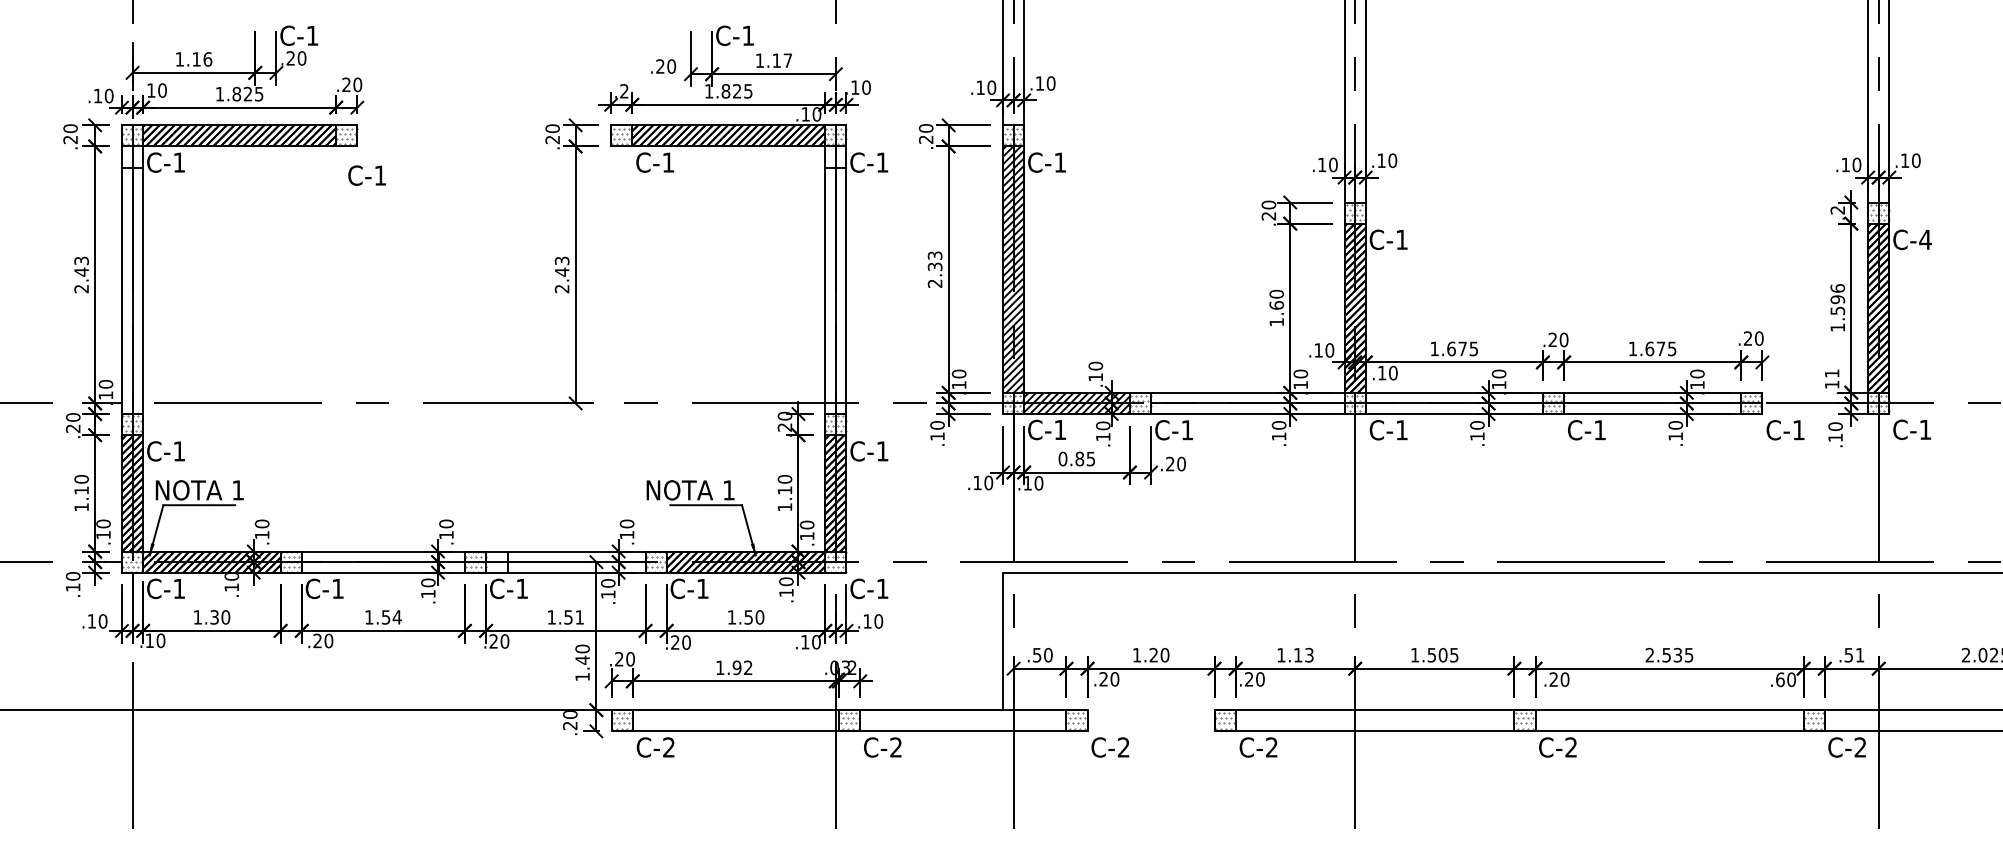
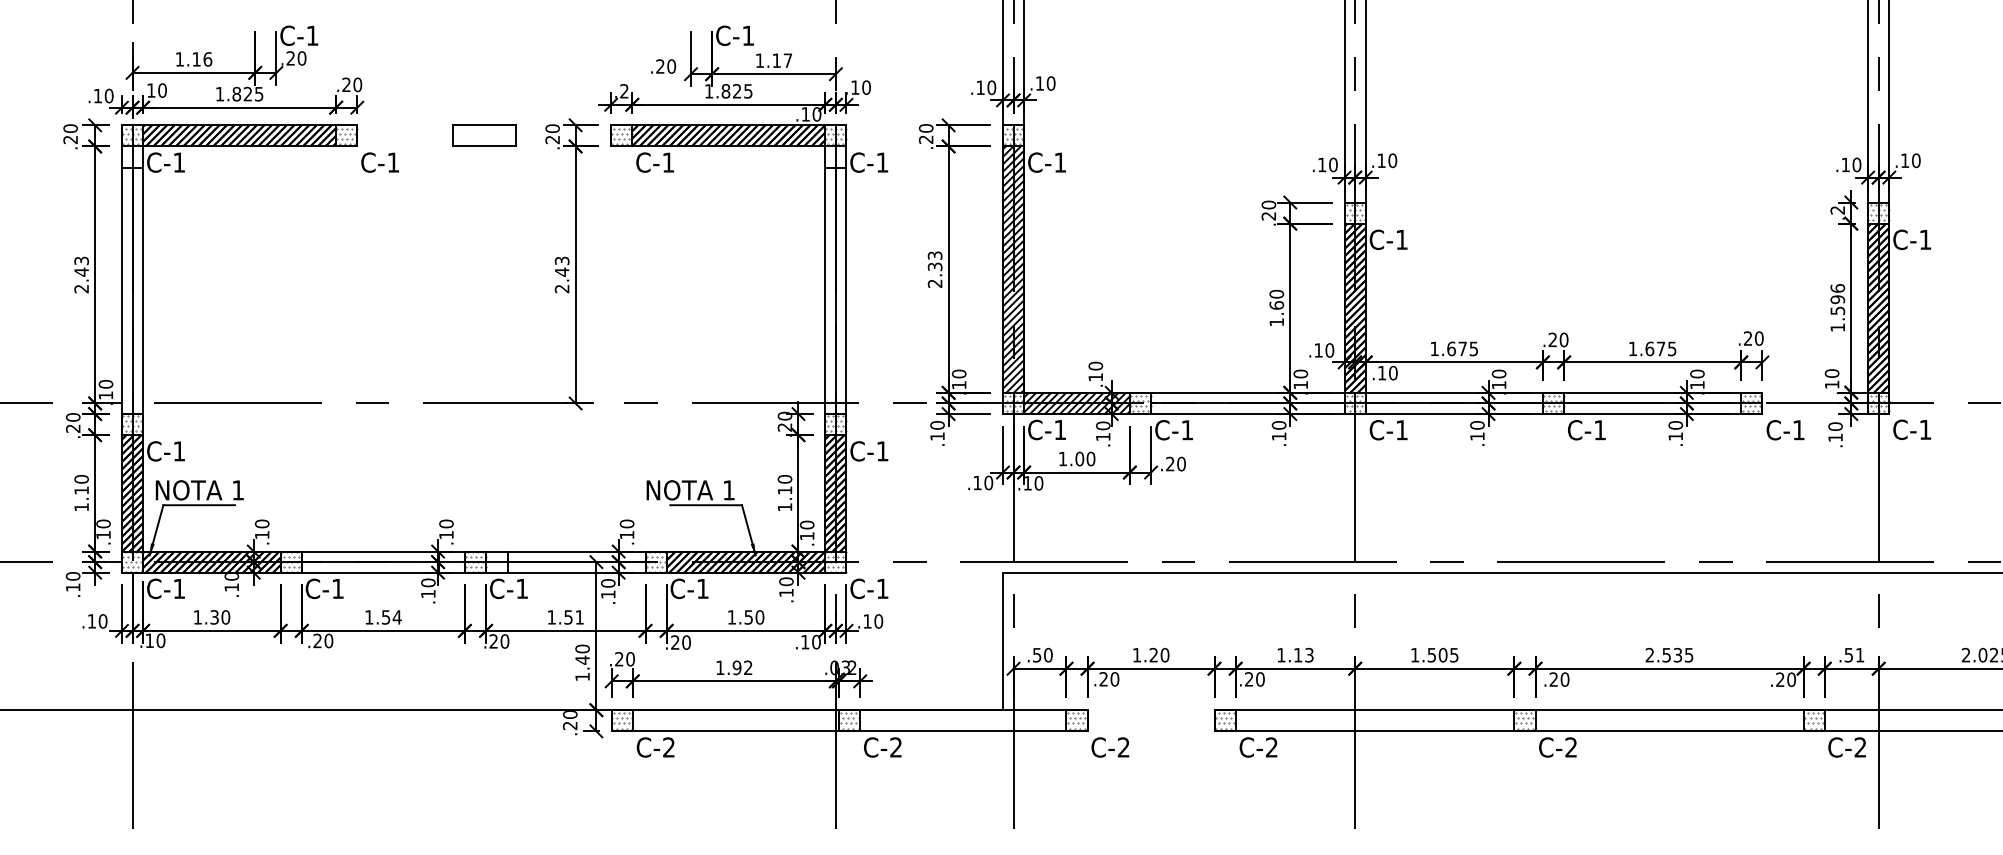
part at (484, 135): none -> present
text at (366, 175) position: (366, 175) -> (379, 162)
text at (1925, 239): C-4 -> C-1
text at (1831, 373): .11 -> .10
text at (1076, 458): 0.85 -> 1.00
text at (1780, 679): .60 -> .20
